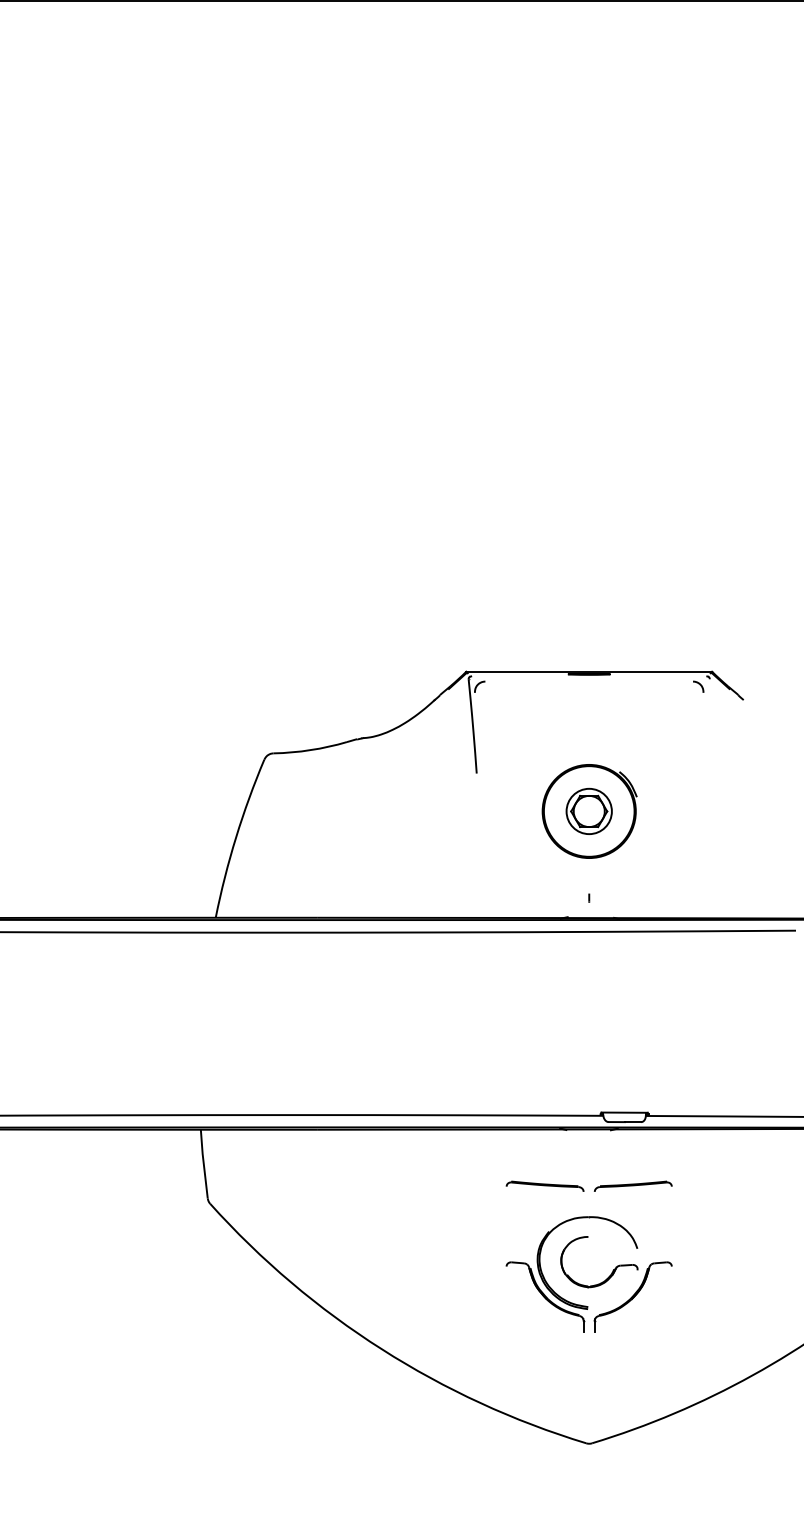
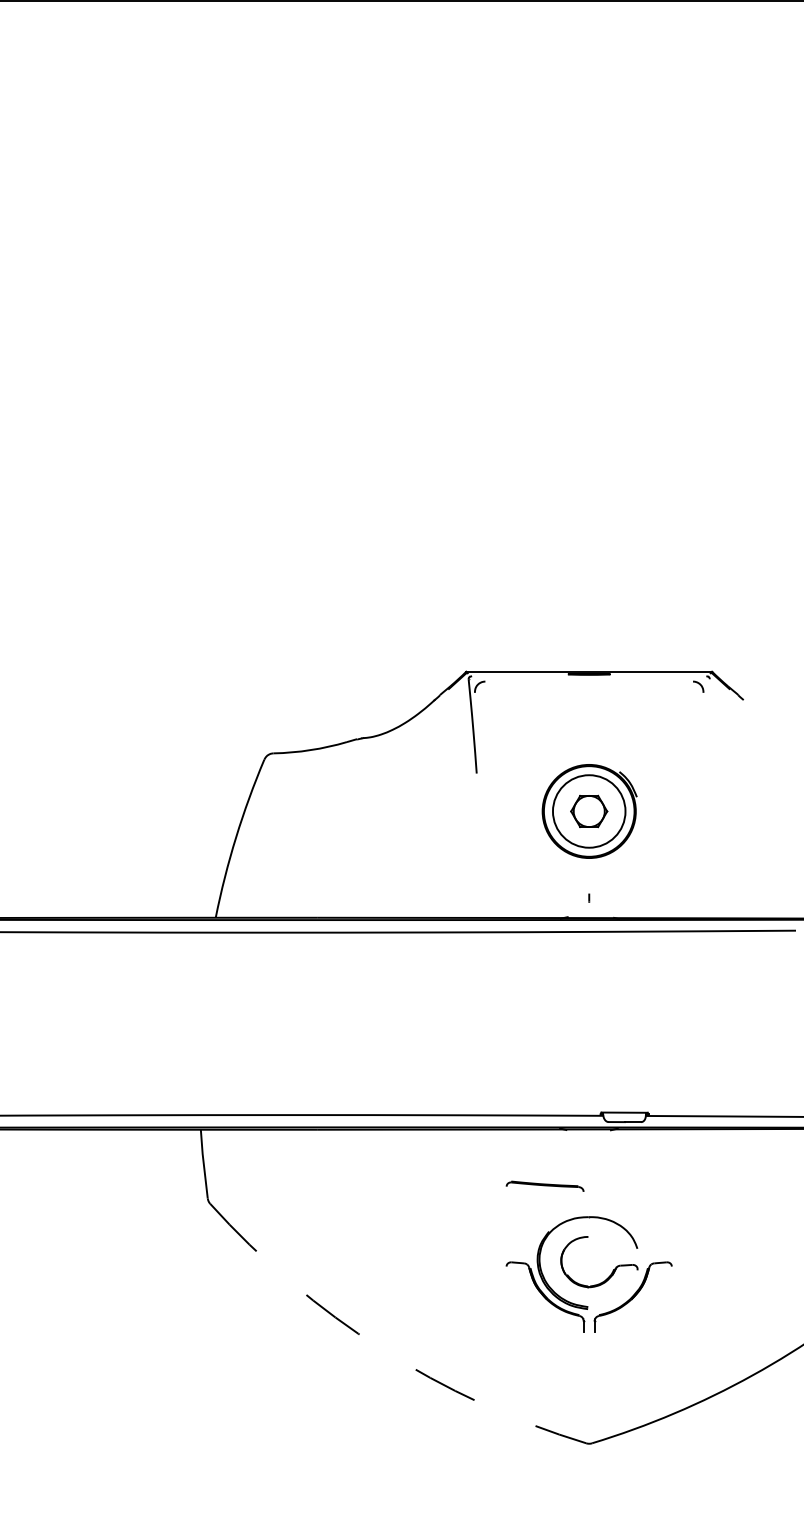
circle at (588, 811) diameter: 45 px -> 73 px
part at (632, 1185): present -> none
arc at (381, 1349): solid -> dashed
